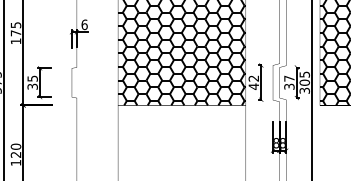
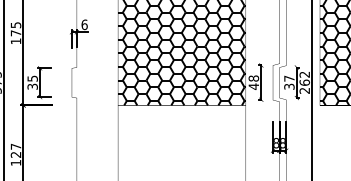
text at (253, 78): 42 -> 48
text at (304, 82): 305 -> 262
text at (15, 146): 120 -> 127
